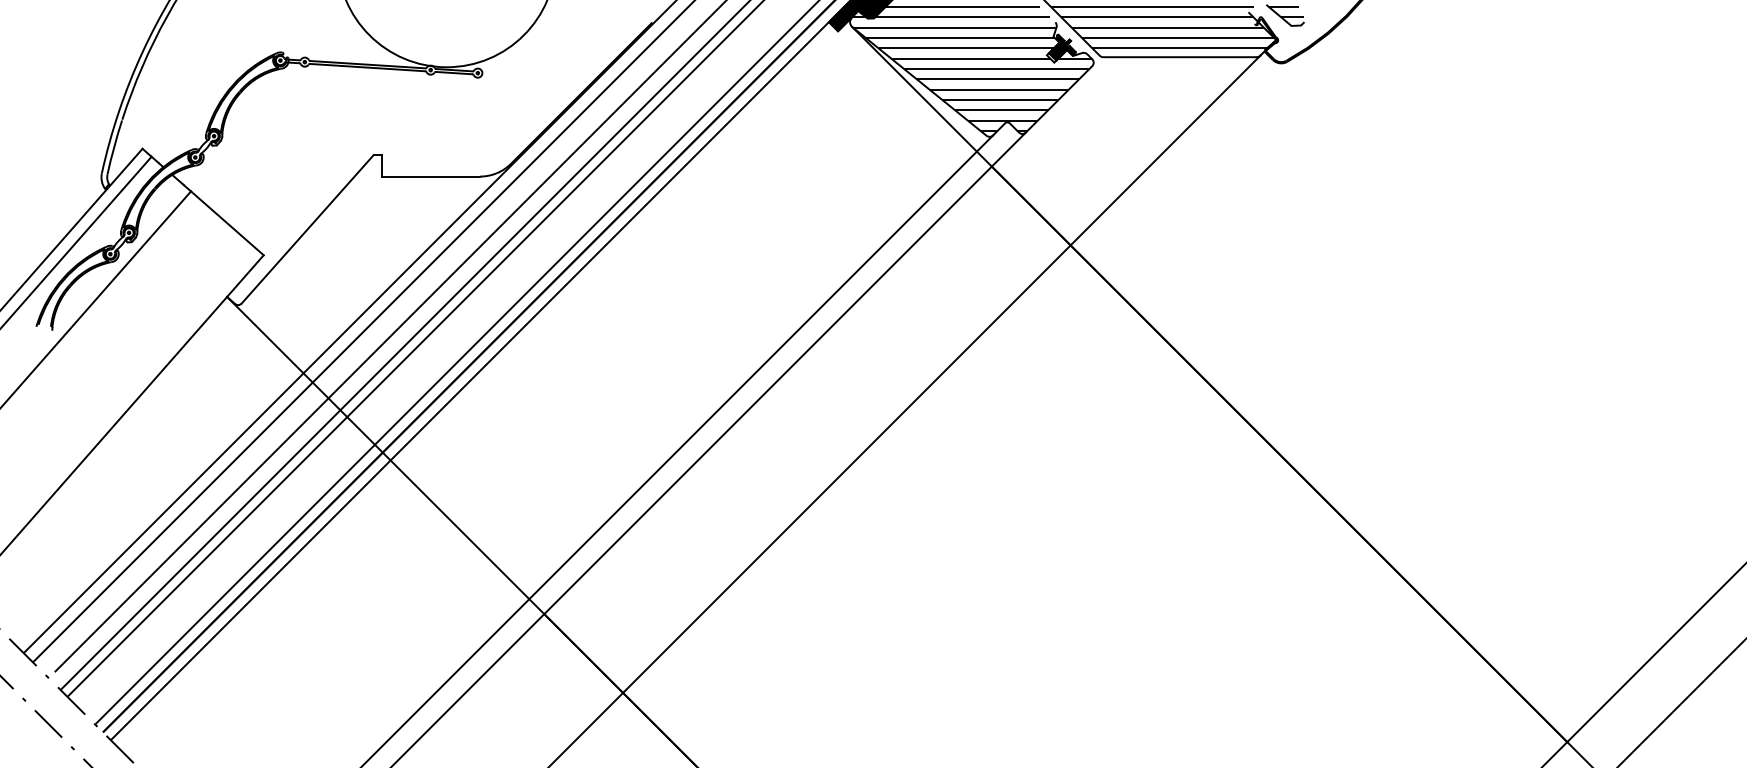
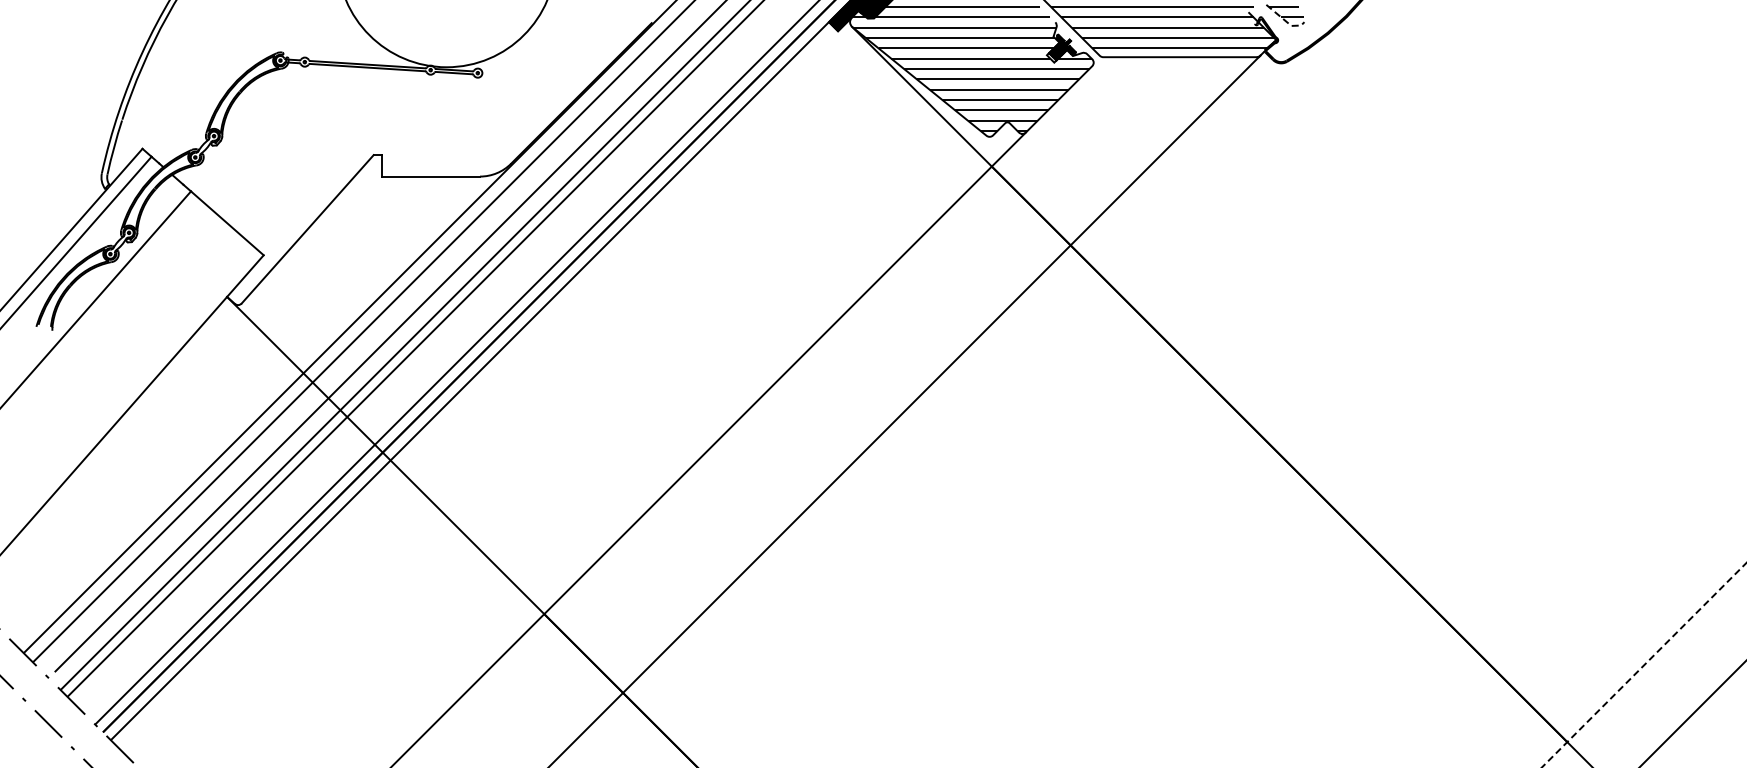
line at (1285, 20): solid -> dashed
line at (678, 449): present -> none
line at (1644, 665): solid -> dashed
line at (1681, 702) position: (1681, 702) -> (1692, 713)
